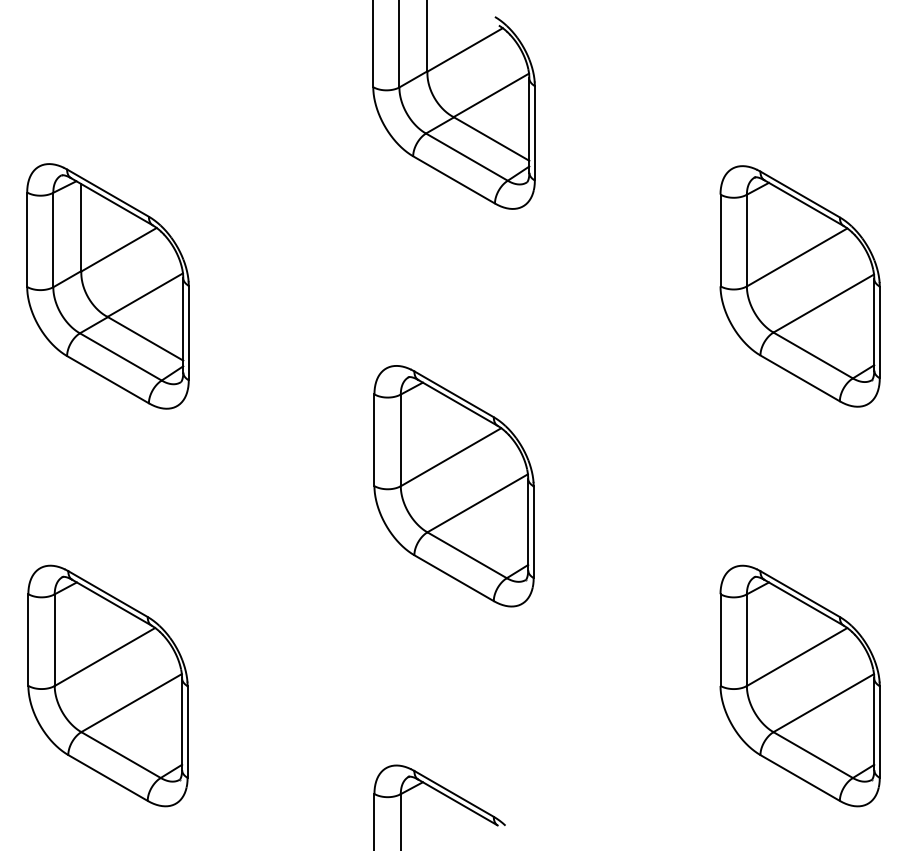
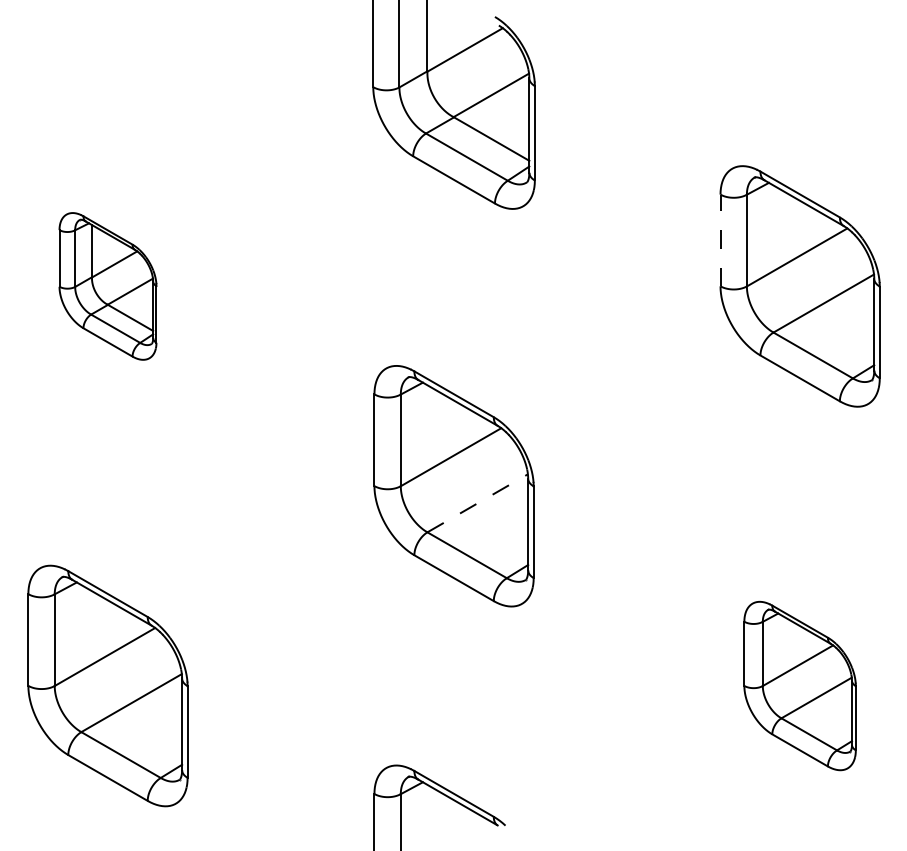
line at (720, 240): solid -> dashed
part at (107, 286) size: 164x247 px -> 100x149 px
line at (478, 503): solid -> dashed
part at (799, 685) size: 162x244 px -> 114x172 px
